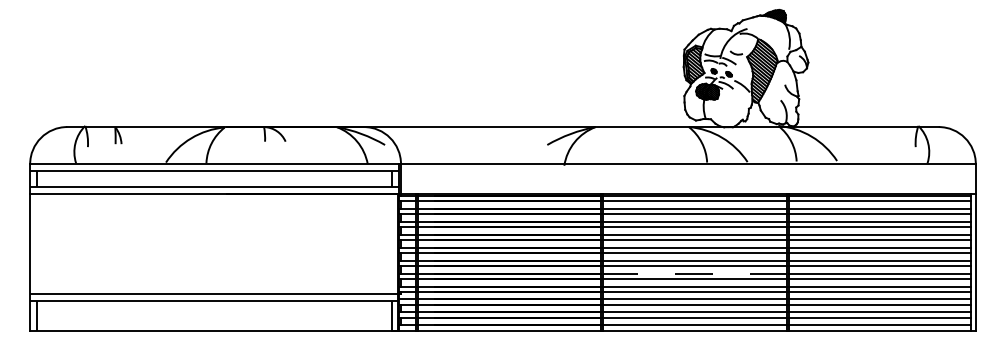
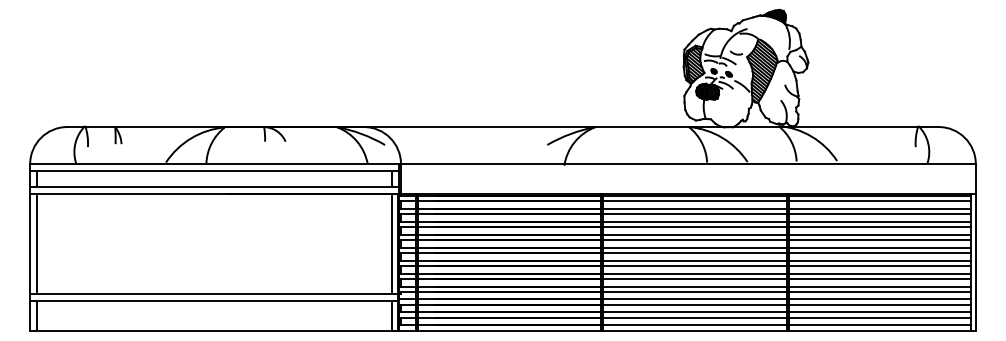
line at (36, 243): none -> present
line at (392, 243): none -> present
line at (694, 273): dashed -> solid
